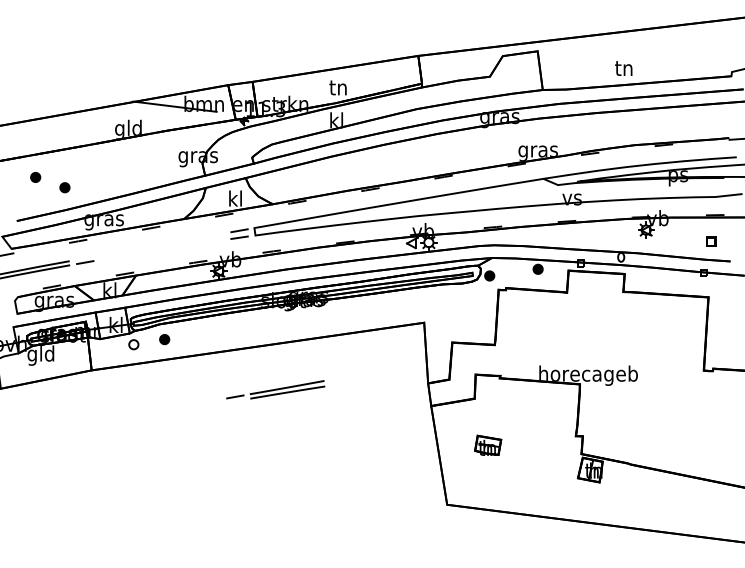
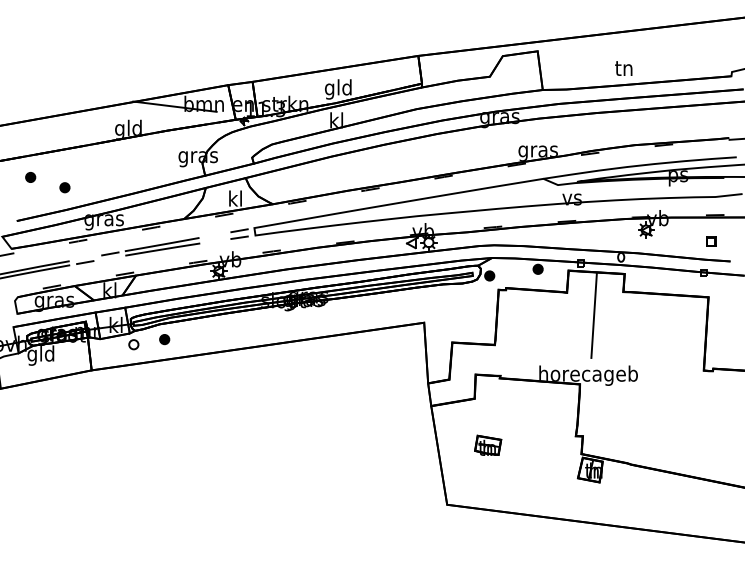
text at (337, 89): tn -> gld
part at (35, 177) position: (35, 177) -> (30, 177)
line at (593, 315): none -> present
part at (275, 389) position: (275, 389) -> (150, 246)
